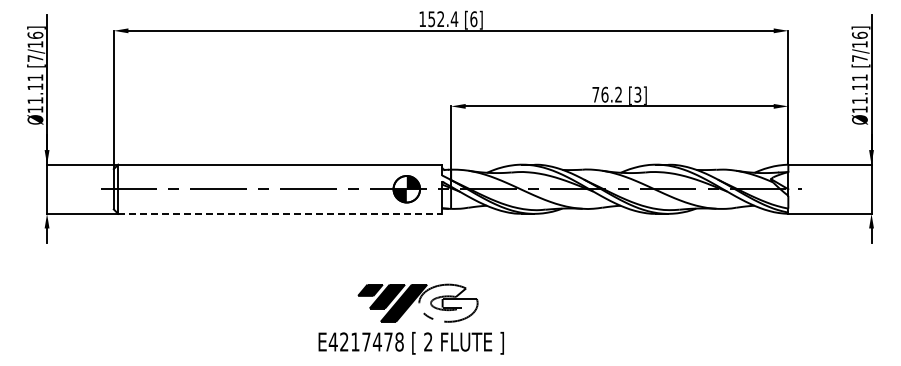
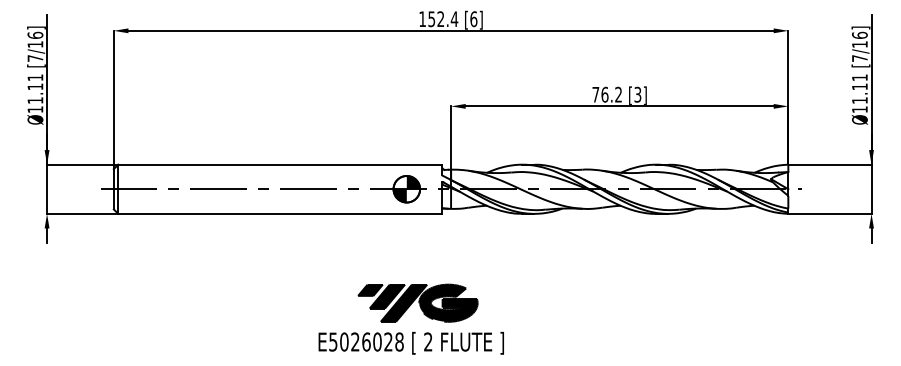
line at (280, 213): dashed -> solid
fill at (448, 302): none -> present
text at (360, 341): E4217478 -> E5026028
